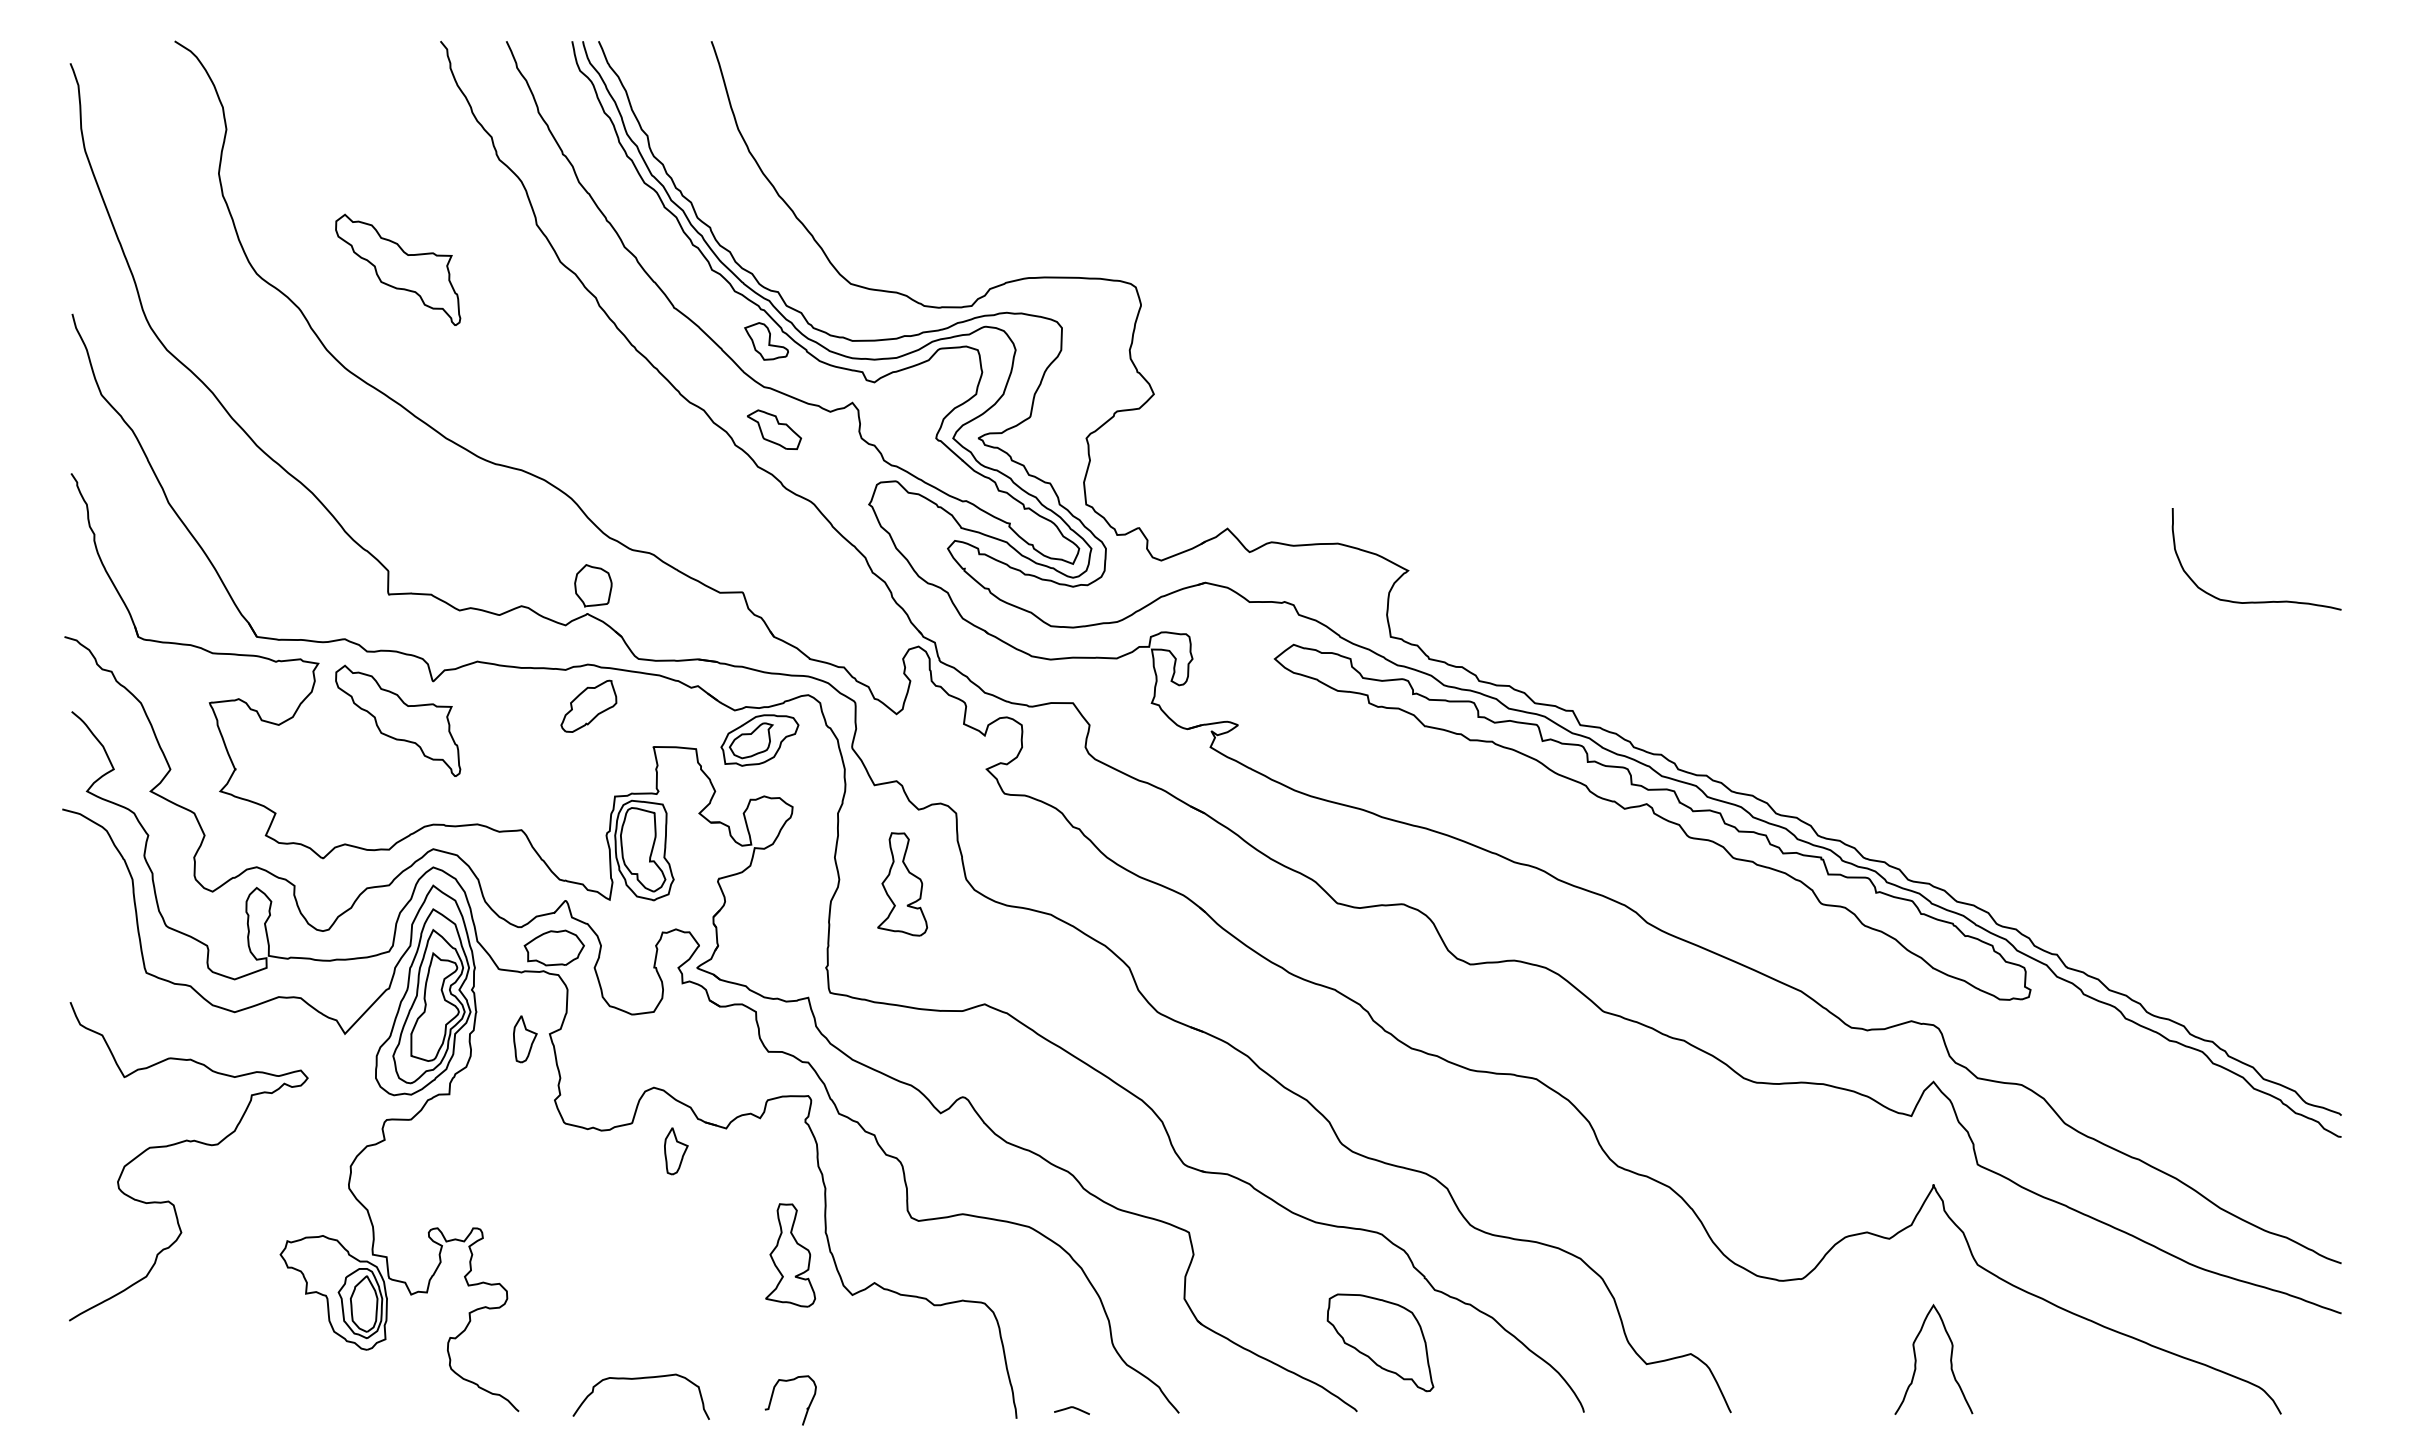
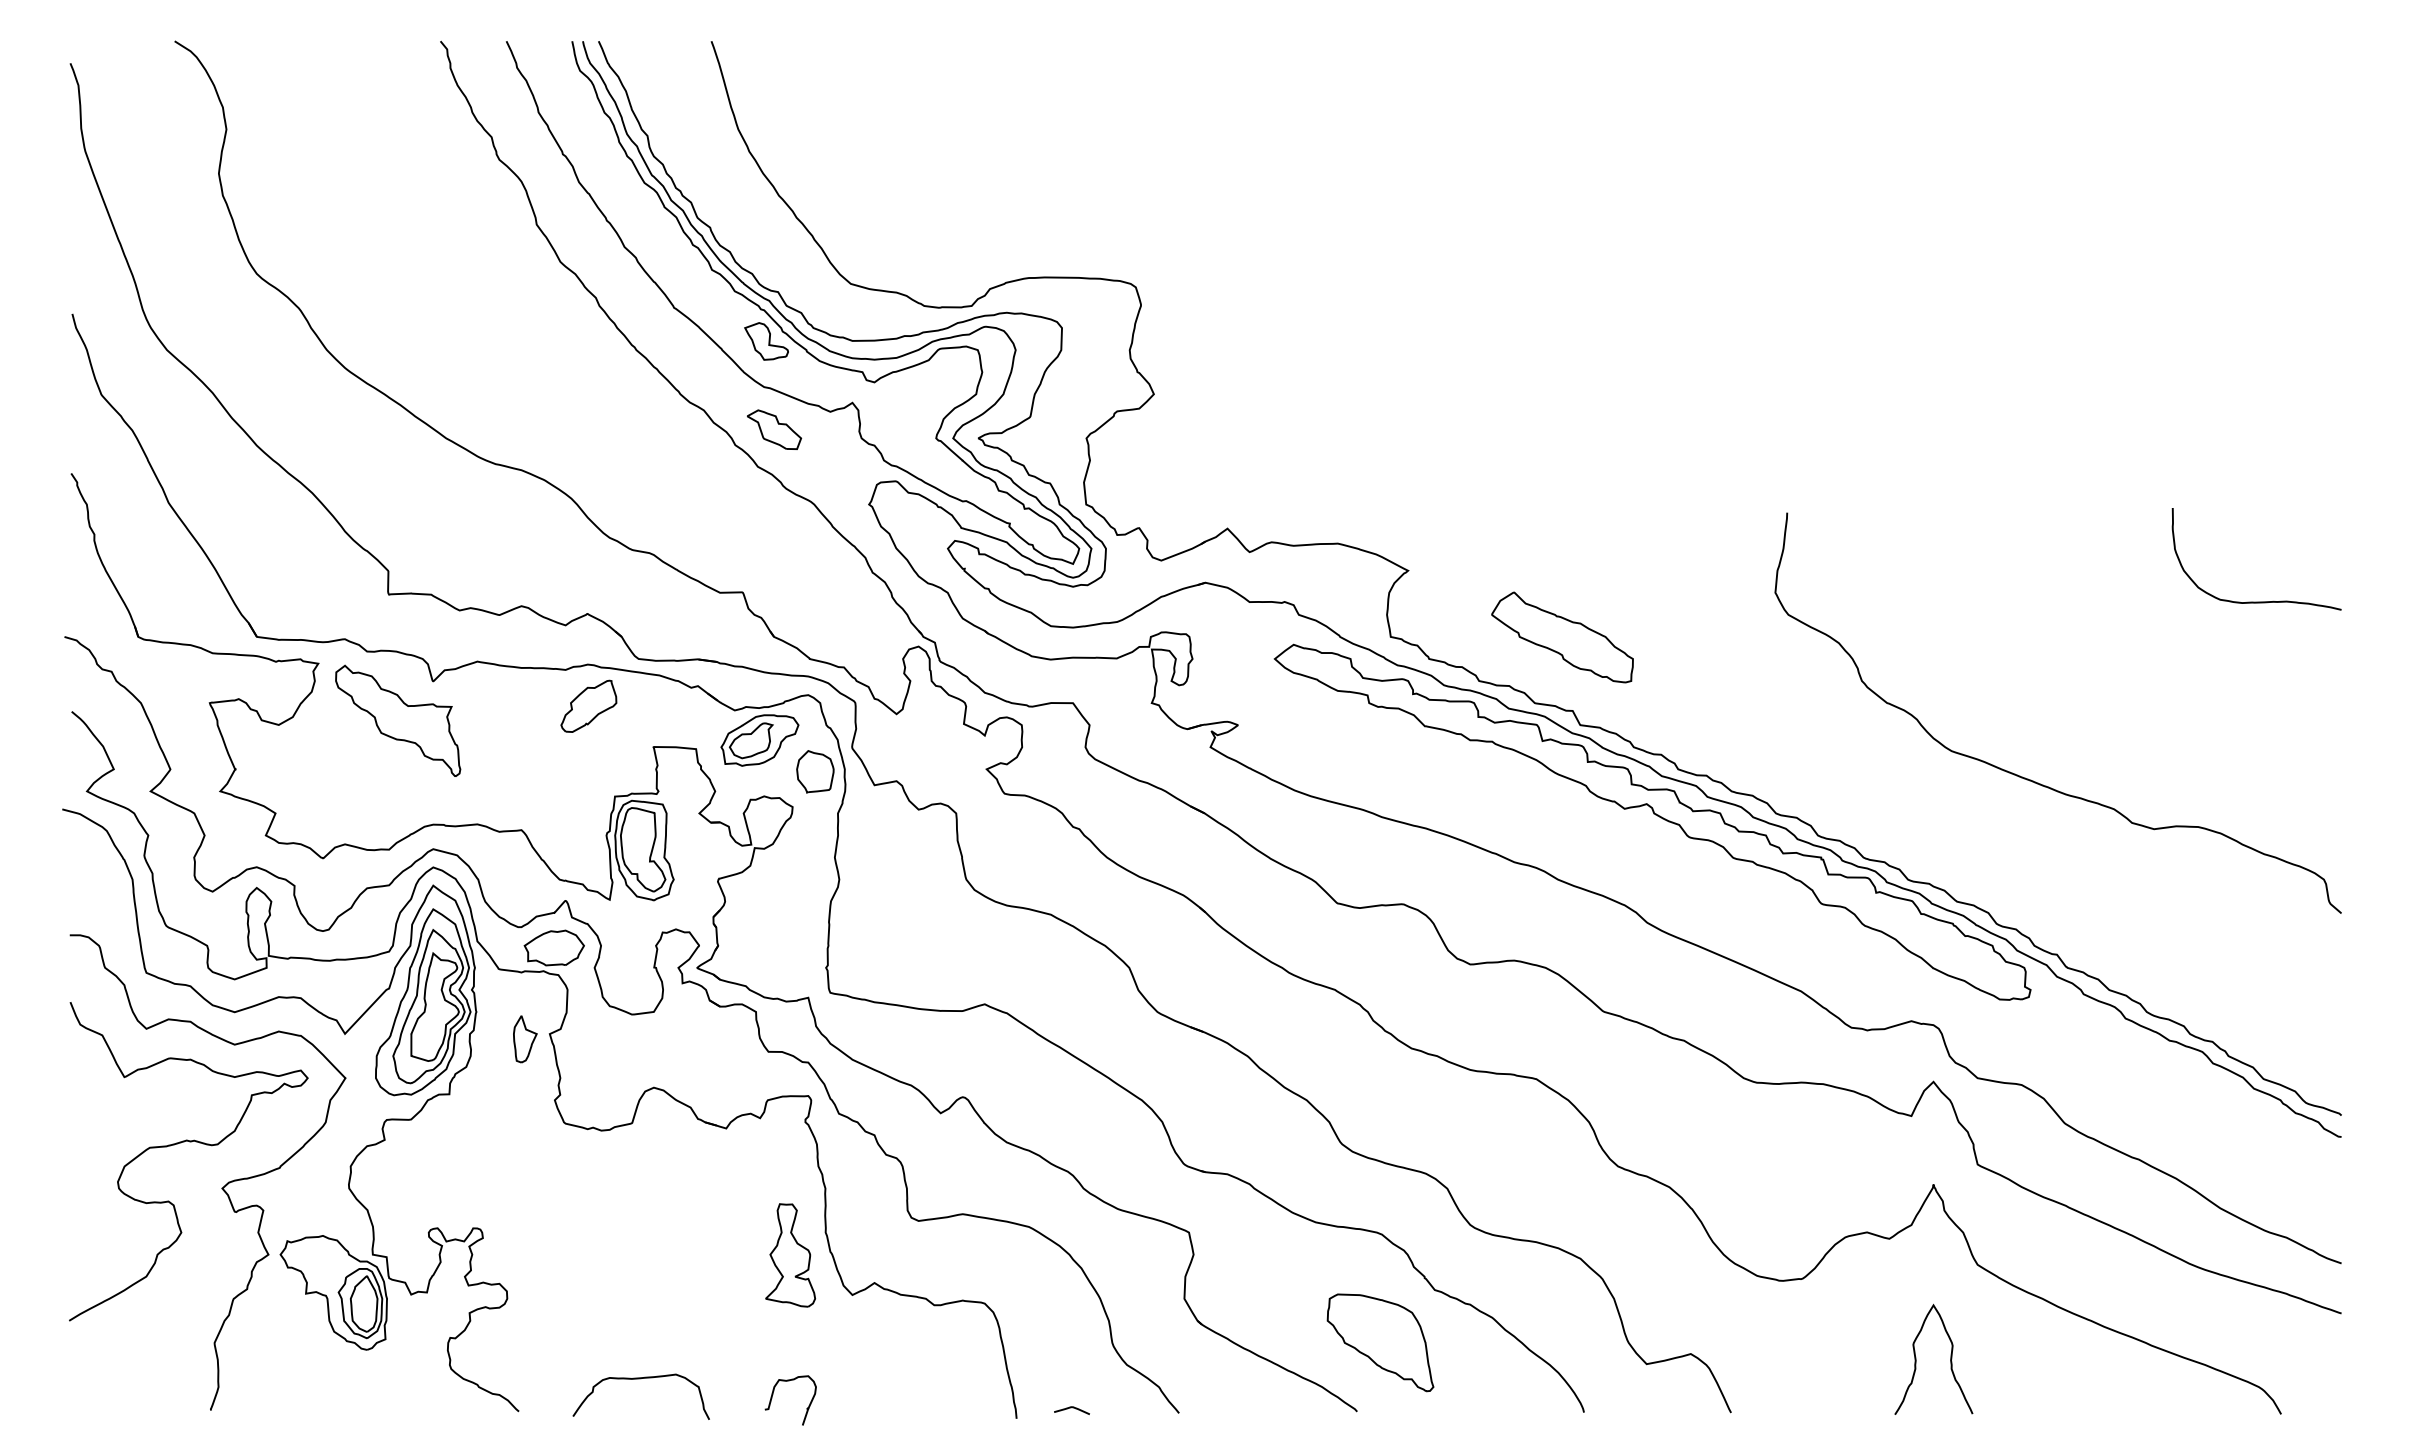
part at (398, 269): present -> none
part at (593, 585) position: (593, 585) -> (815, 771)
part at (1562, 637): none -> present
curve at (2028, 778): none -> present
part at (902, 884): present -> none
part at (676, 1151): present -> none
curve at (222, 1187): none -> present
